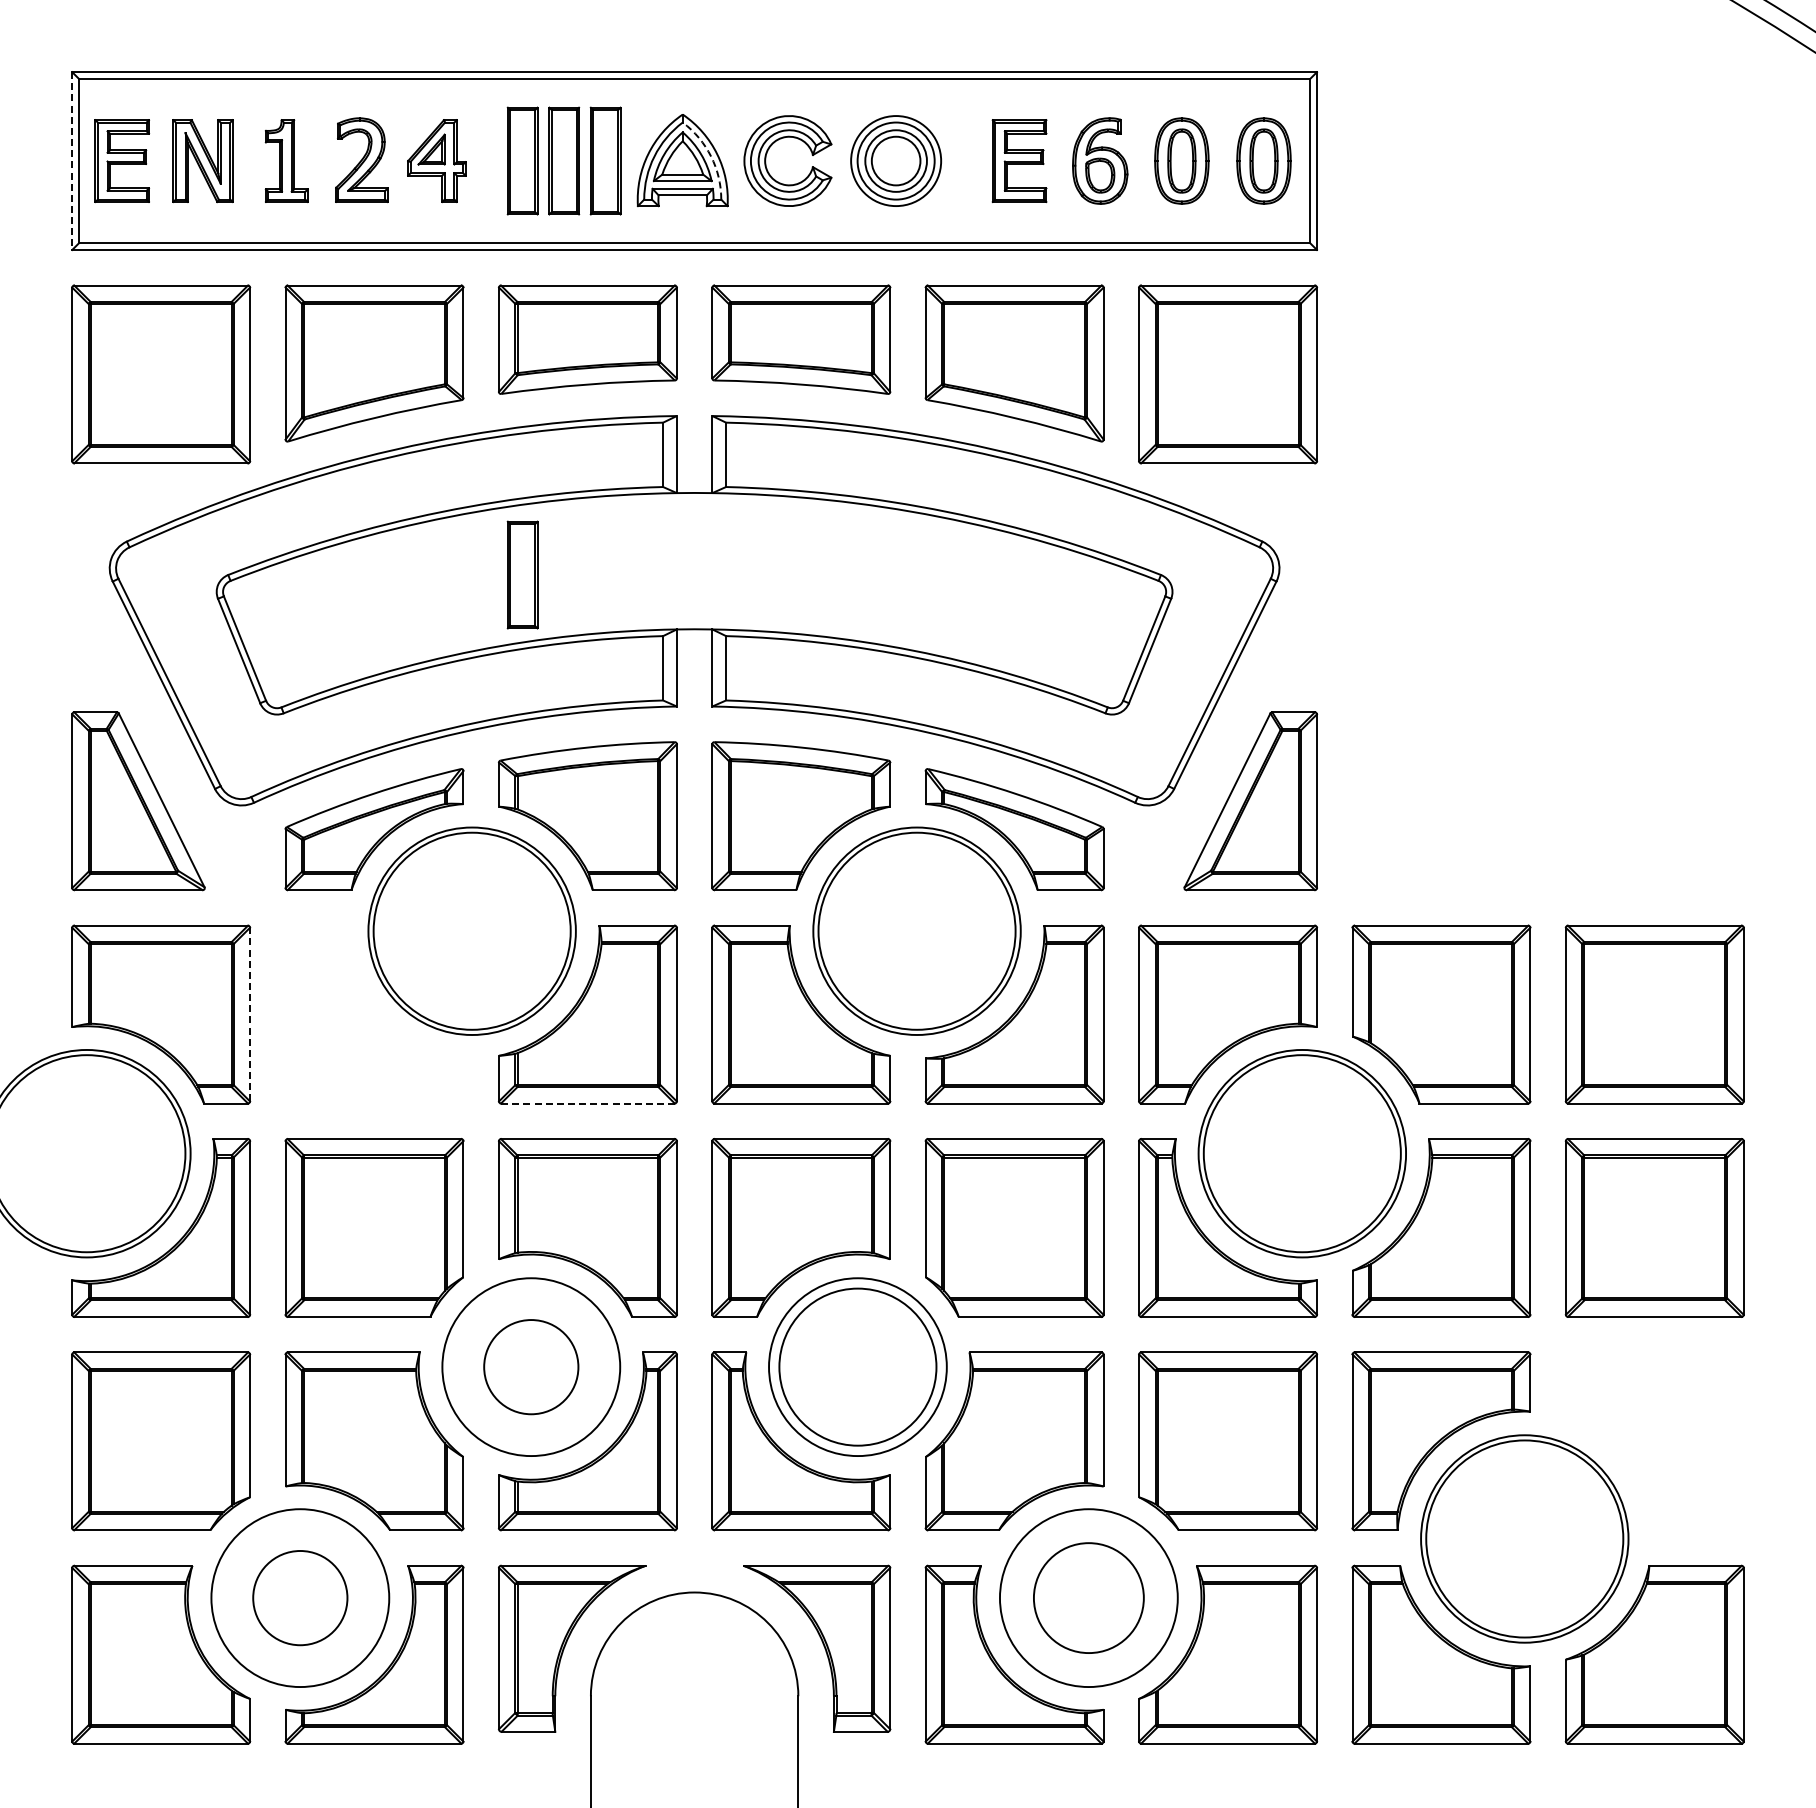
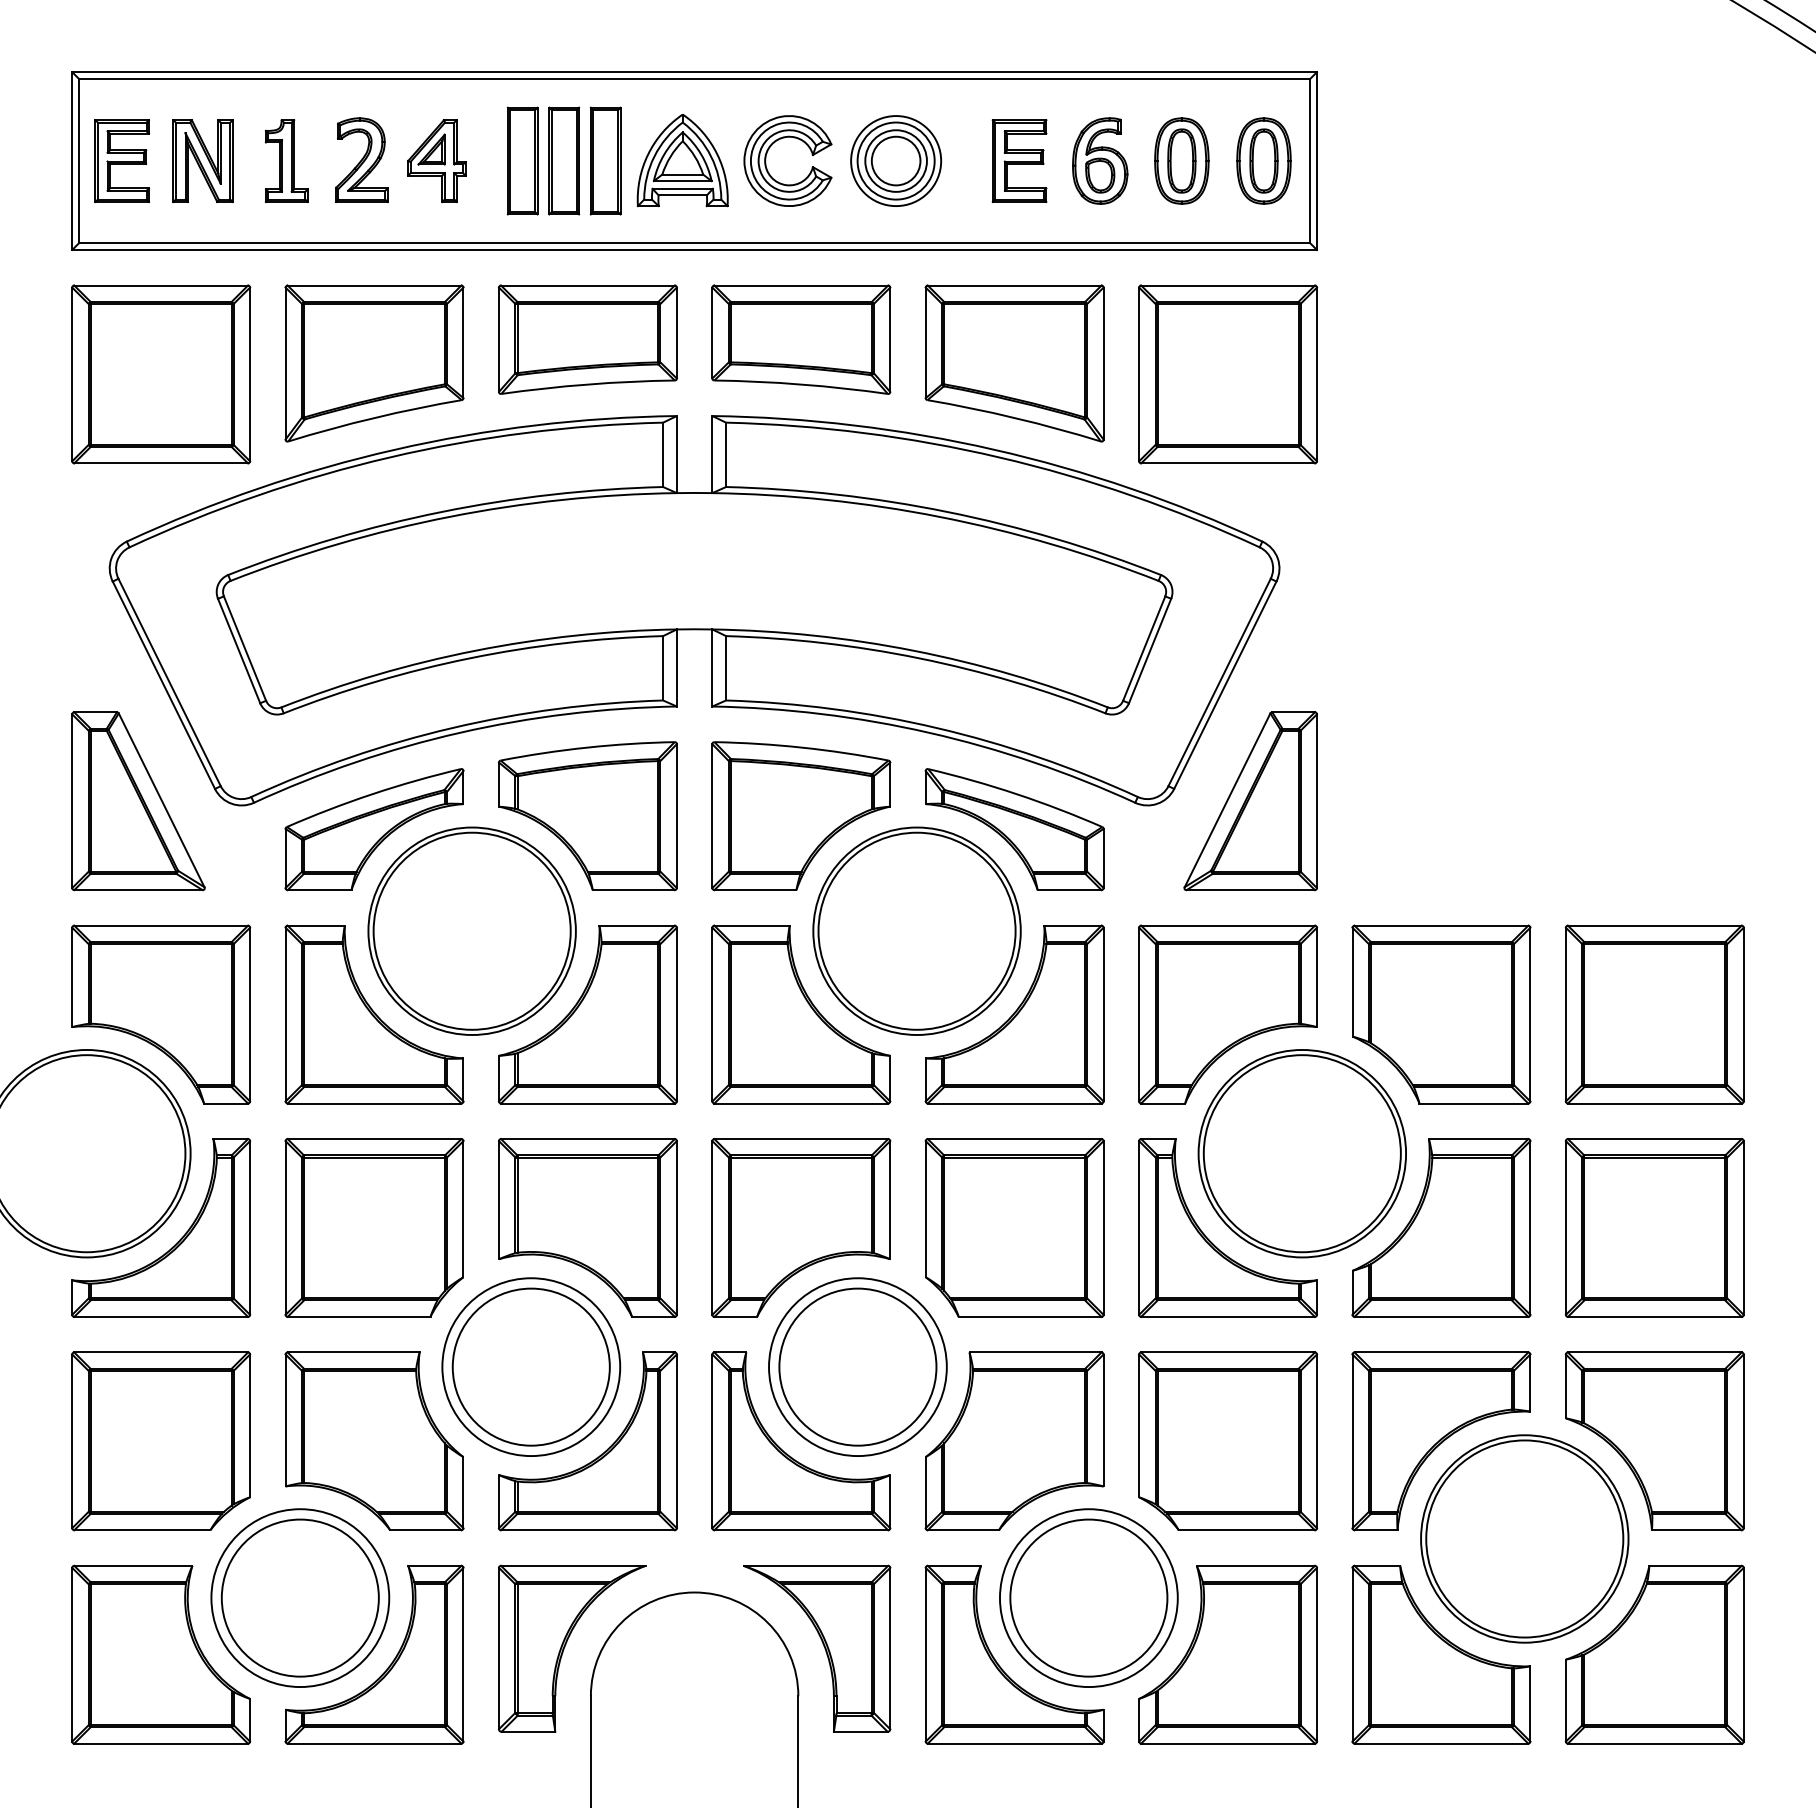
arc at (711, 156): dashed -> solid
line at (72, 161): dashed -> solid
part at (522, 574): present -> none
line at (250, 1014): dashed -> solid
part at (374, 1014): none -> present
line at (587, 1103): dashed -> solid
circle at (531, 1367) diameter: 94 px -> 157 px
part at (1654, 1441): none -> present
circle at (300, 1597) diameter: 94 px -> 157 px
circle at (1088, 1598) diameter: 110 px -> 157 px
